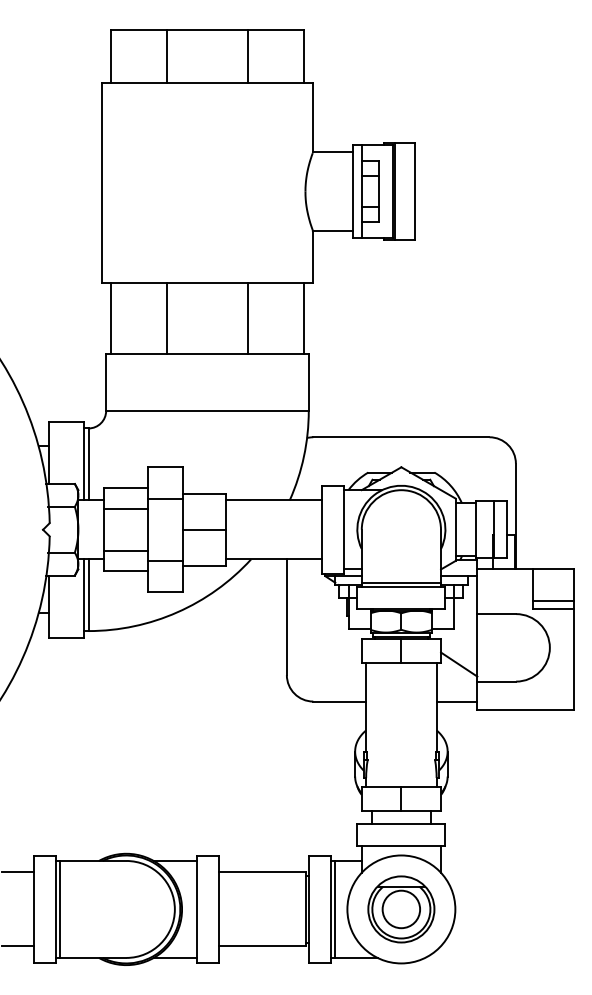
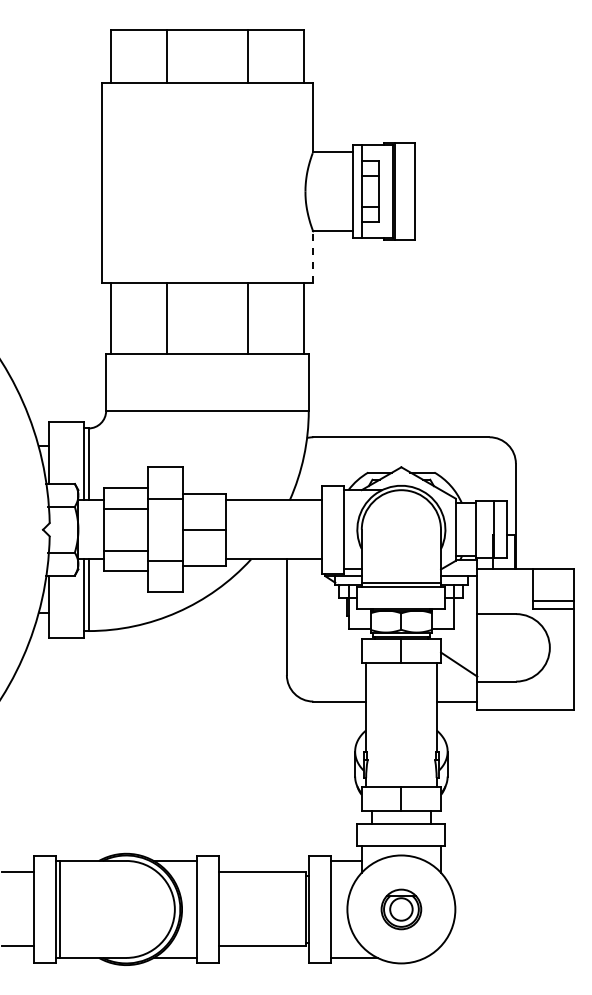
line at (313, 257): solid -> dashed
line at (335, 909): present -> none
part at (401, 909) size: 69x69 px -> 43x43 px
